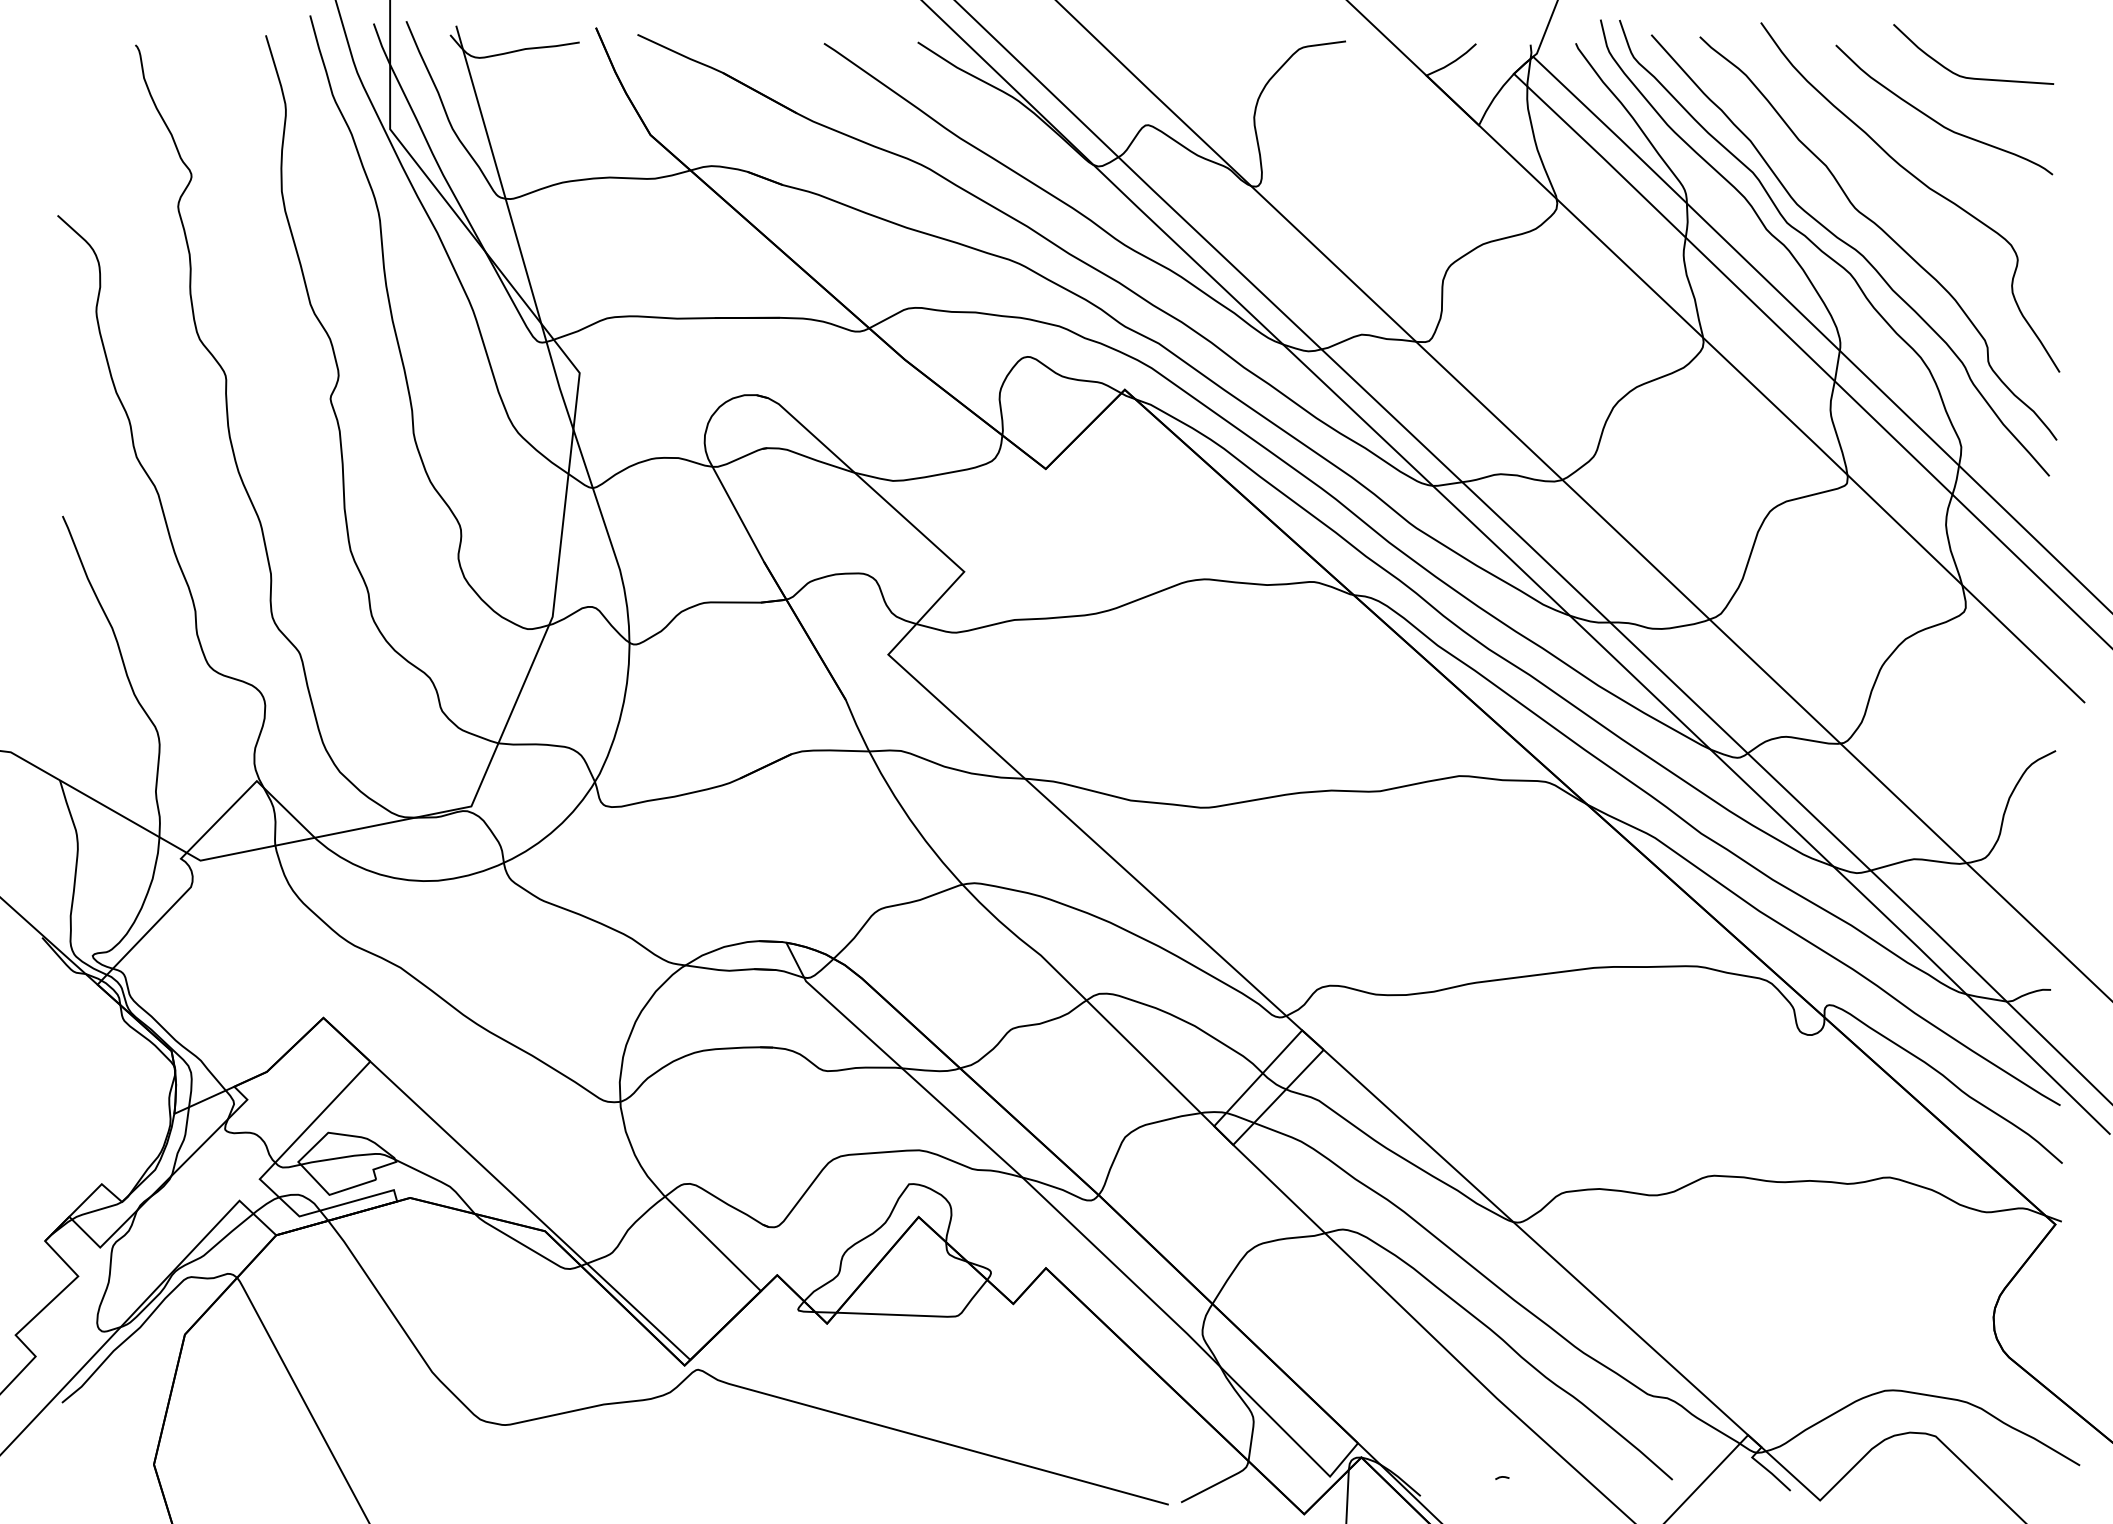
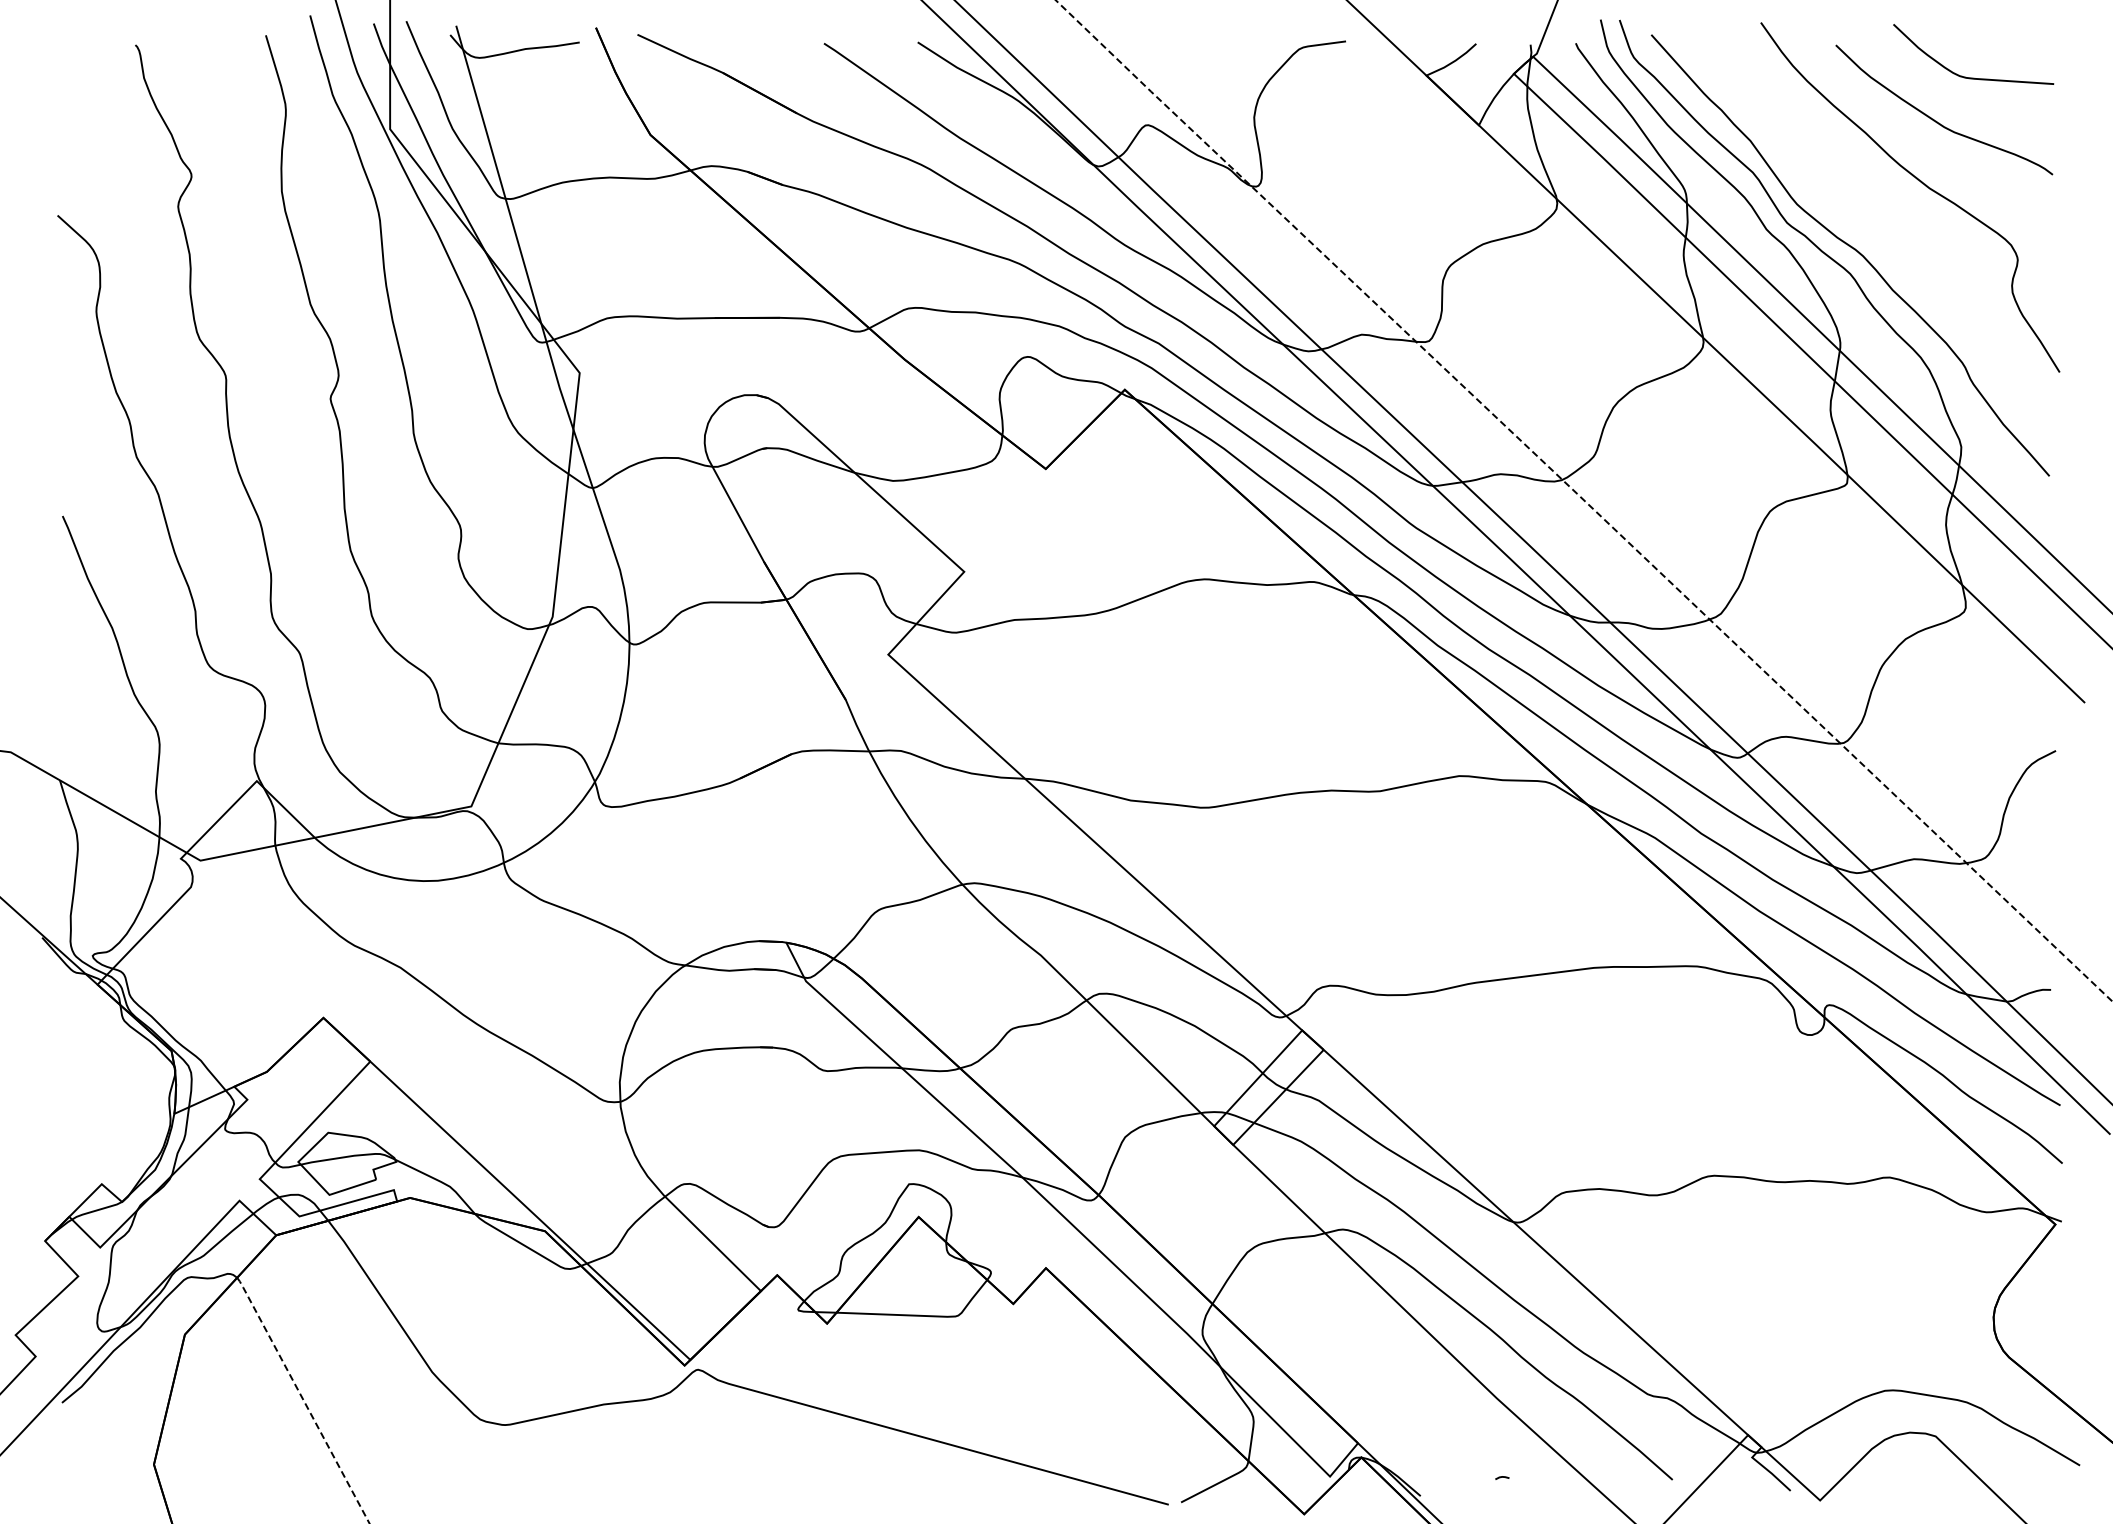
curve at (1883, 232): present -> none
line at (1583, 500): solid -> dashed
line at (303, 1399): solid -> dashed
line at (1347, 1495): present -> none
